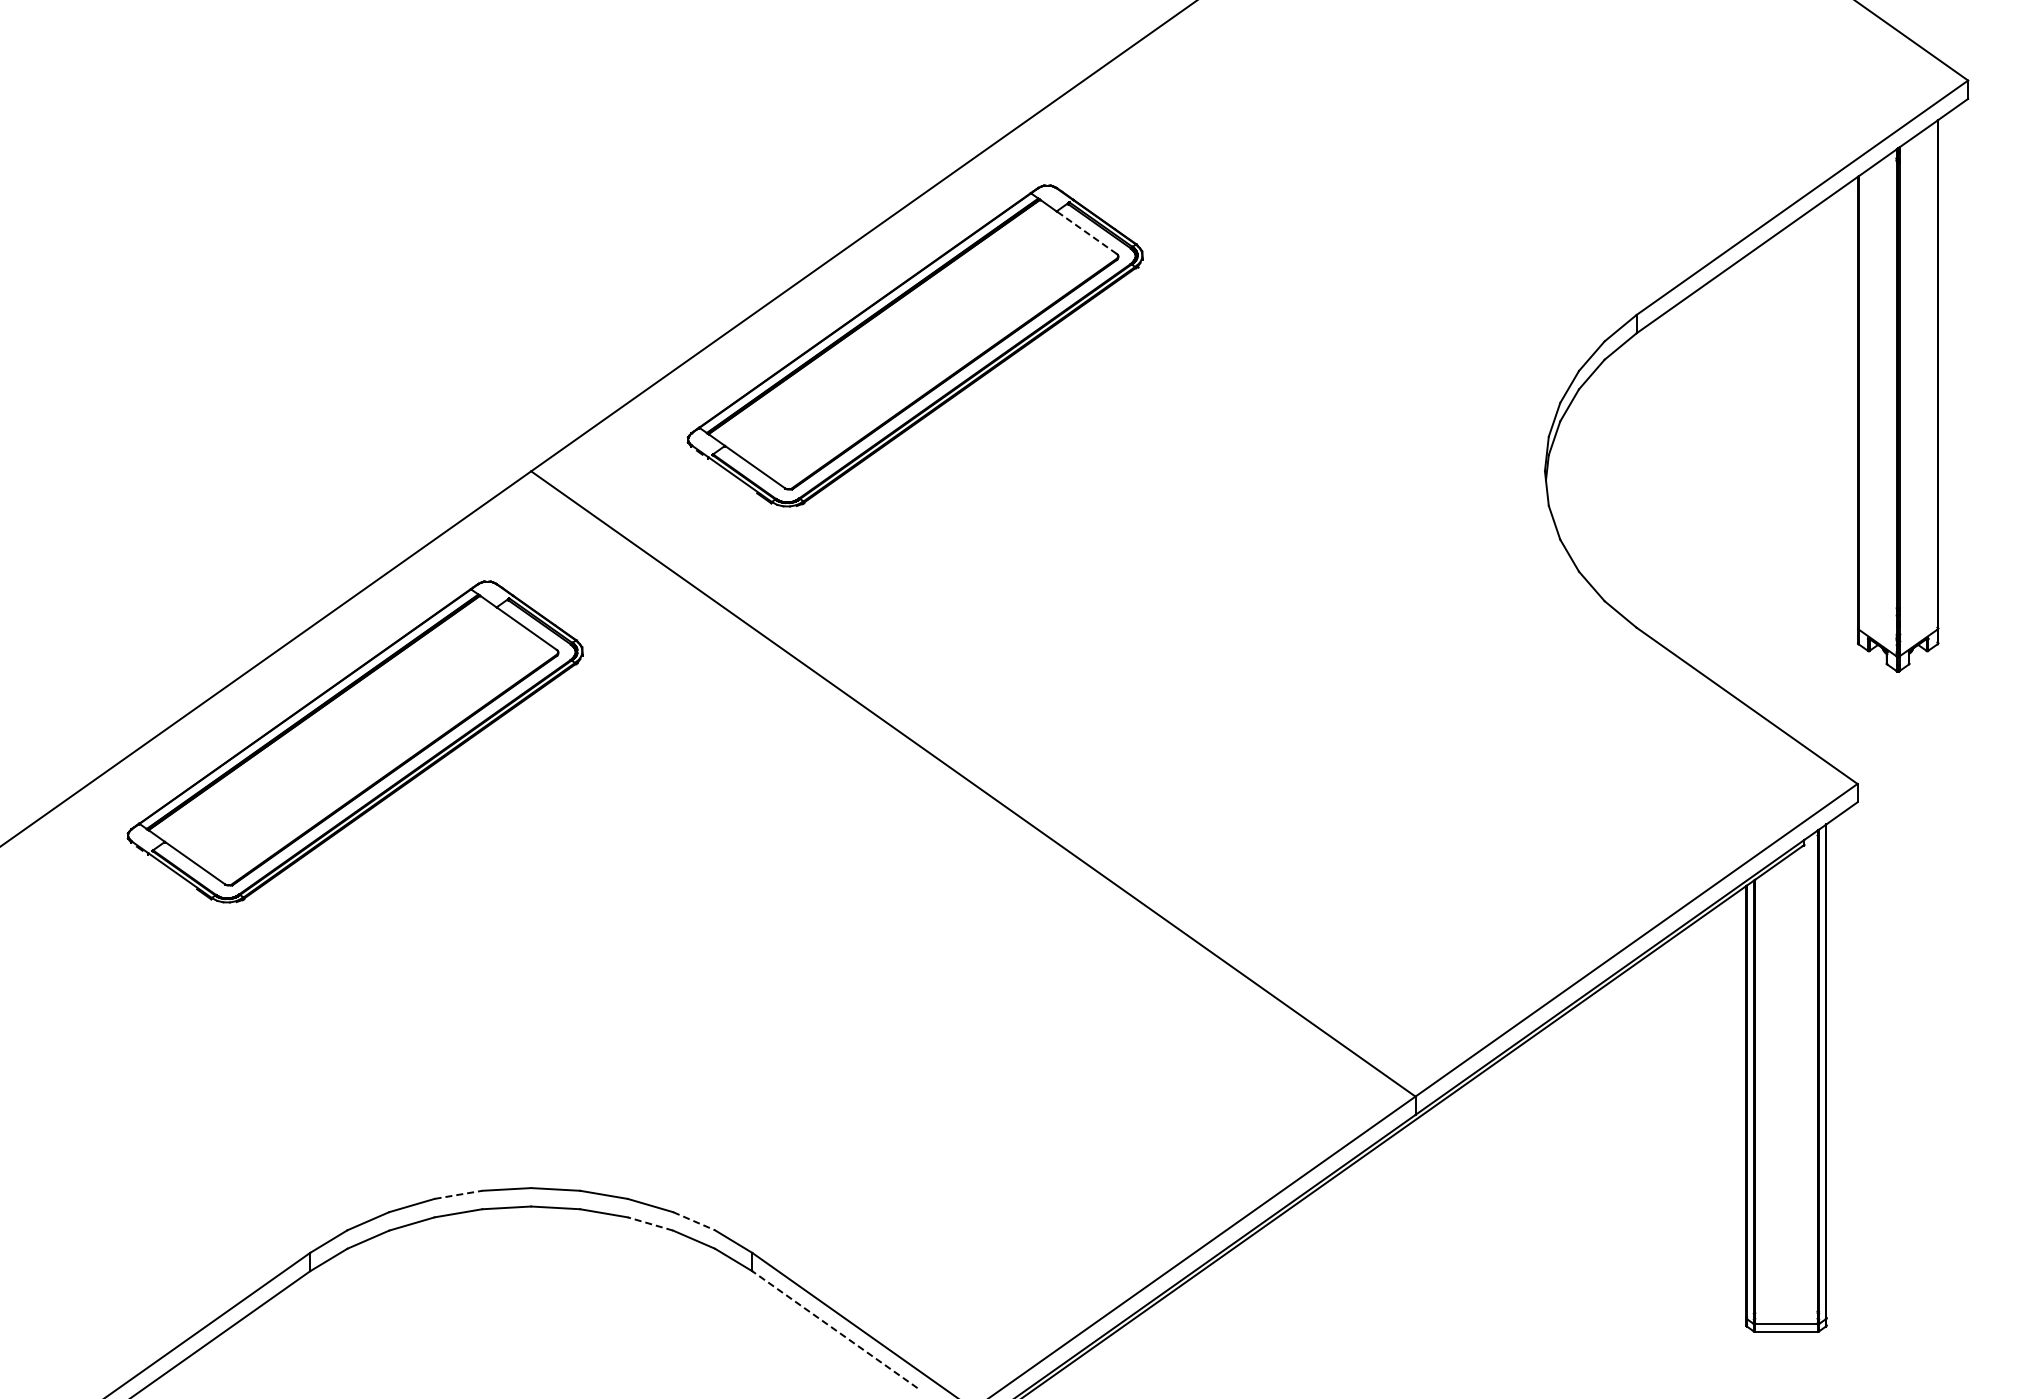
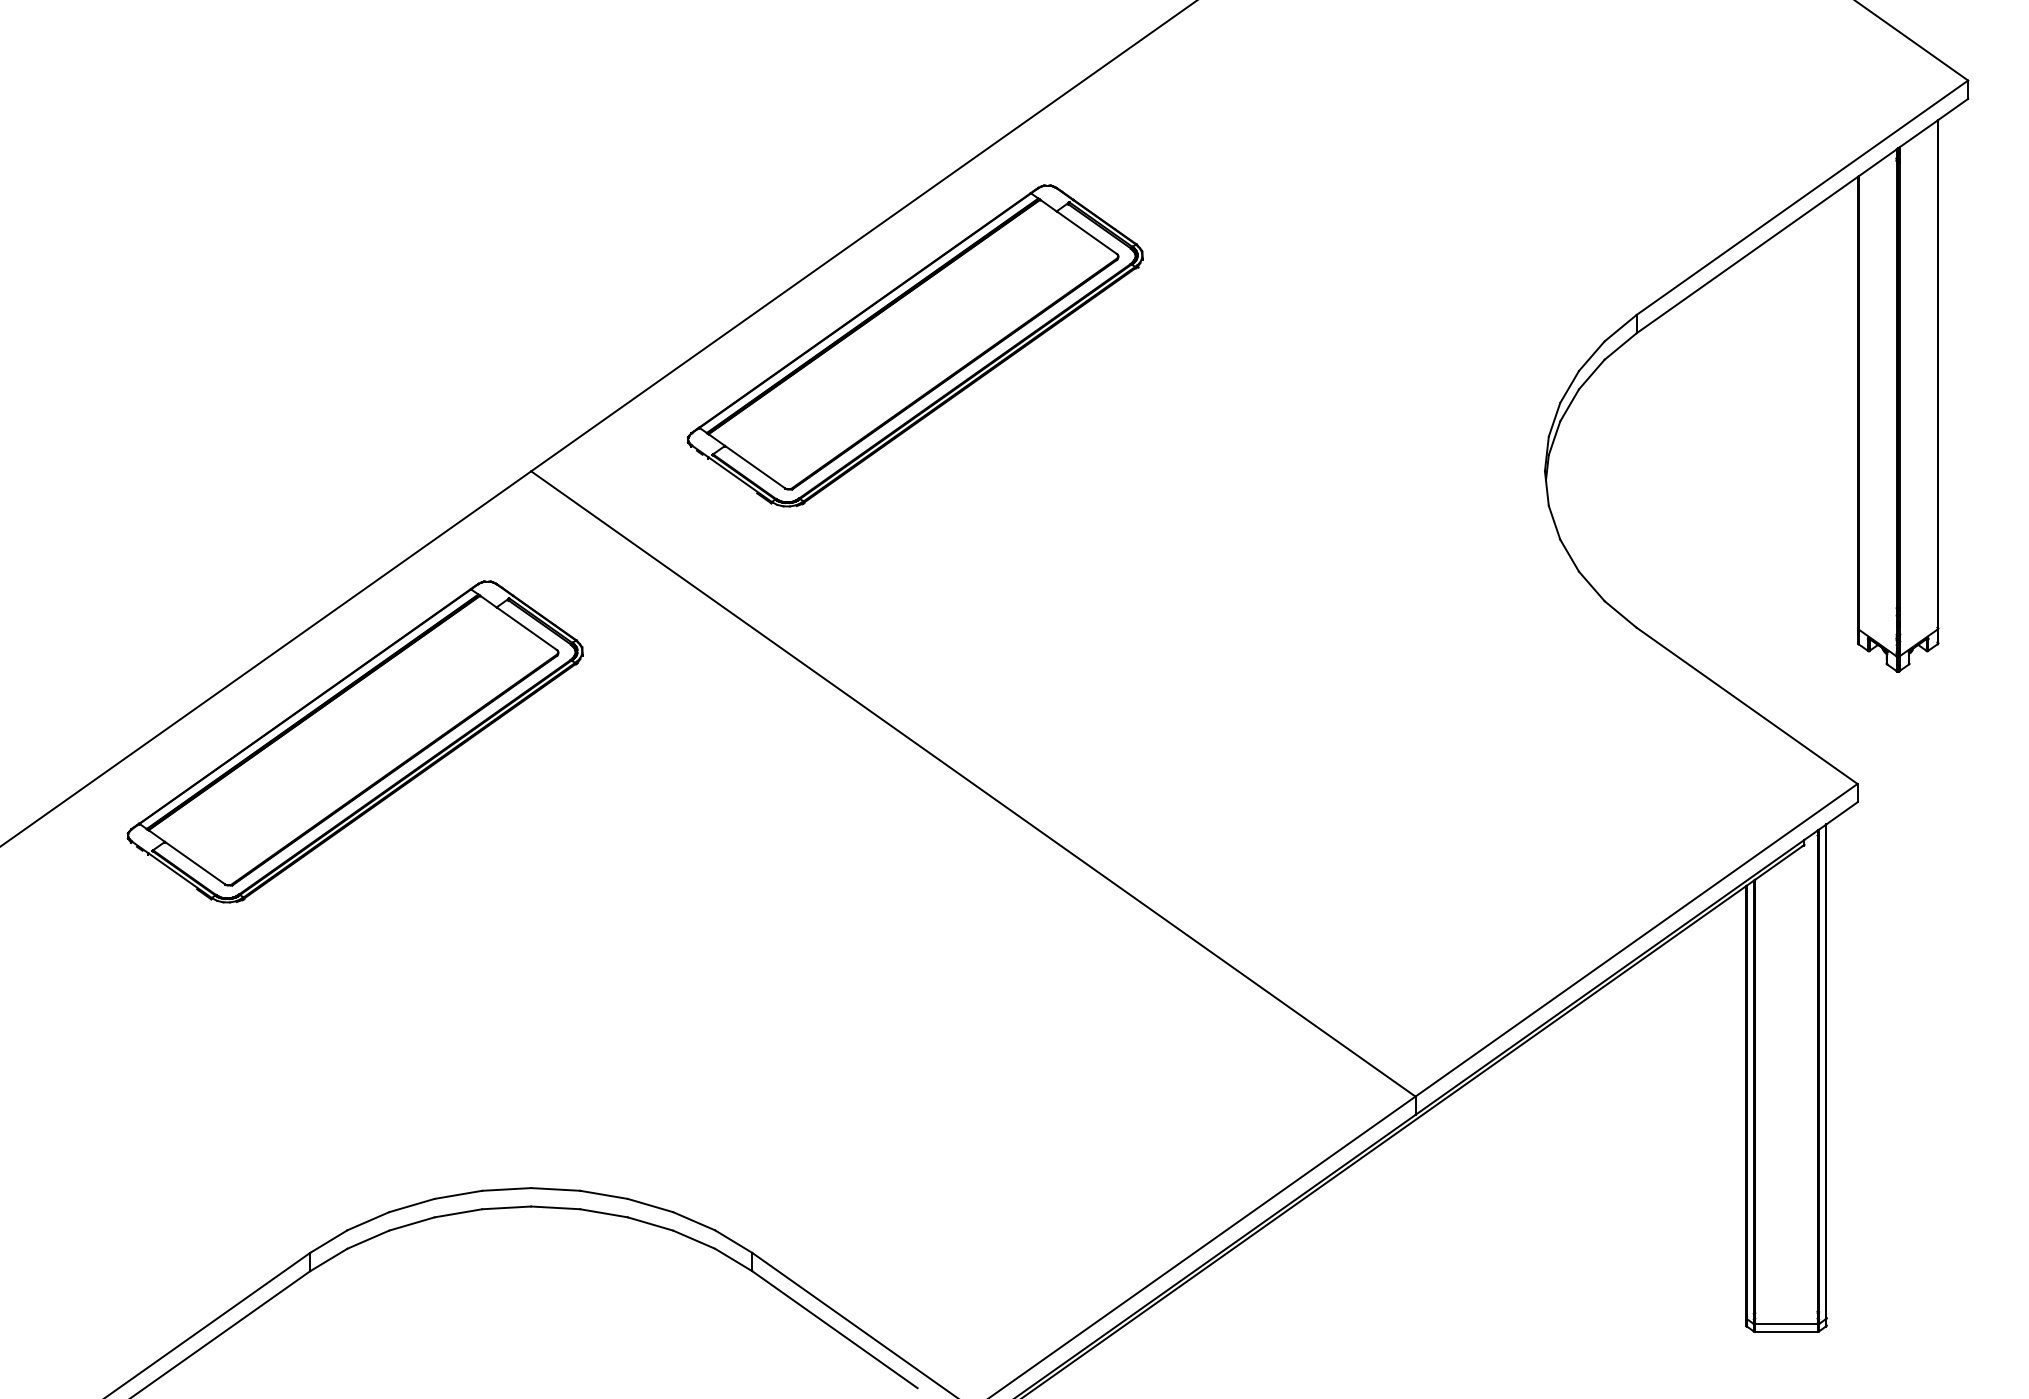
line at (1086, 232): dashed -> solid
line at (458, 1194): dashed -> solid
line at (694, 1221): dashed -> solid
line at (650, 1223): dashed -> solid
line at (834, 1329): dashed -> solid
